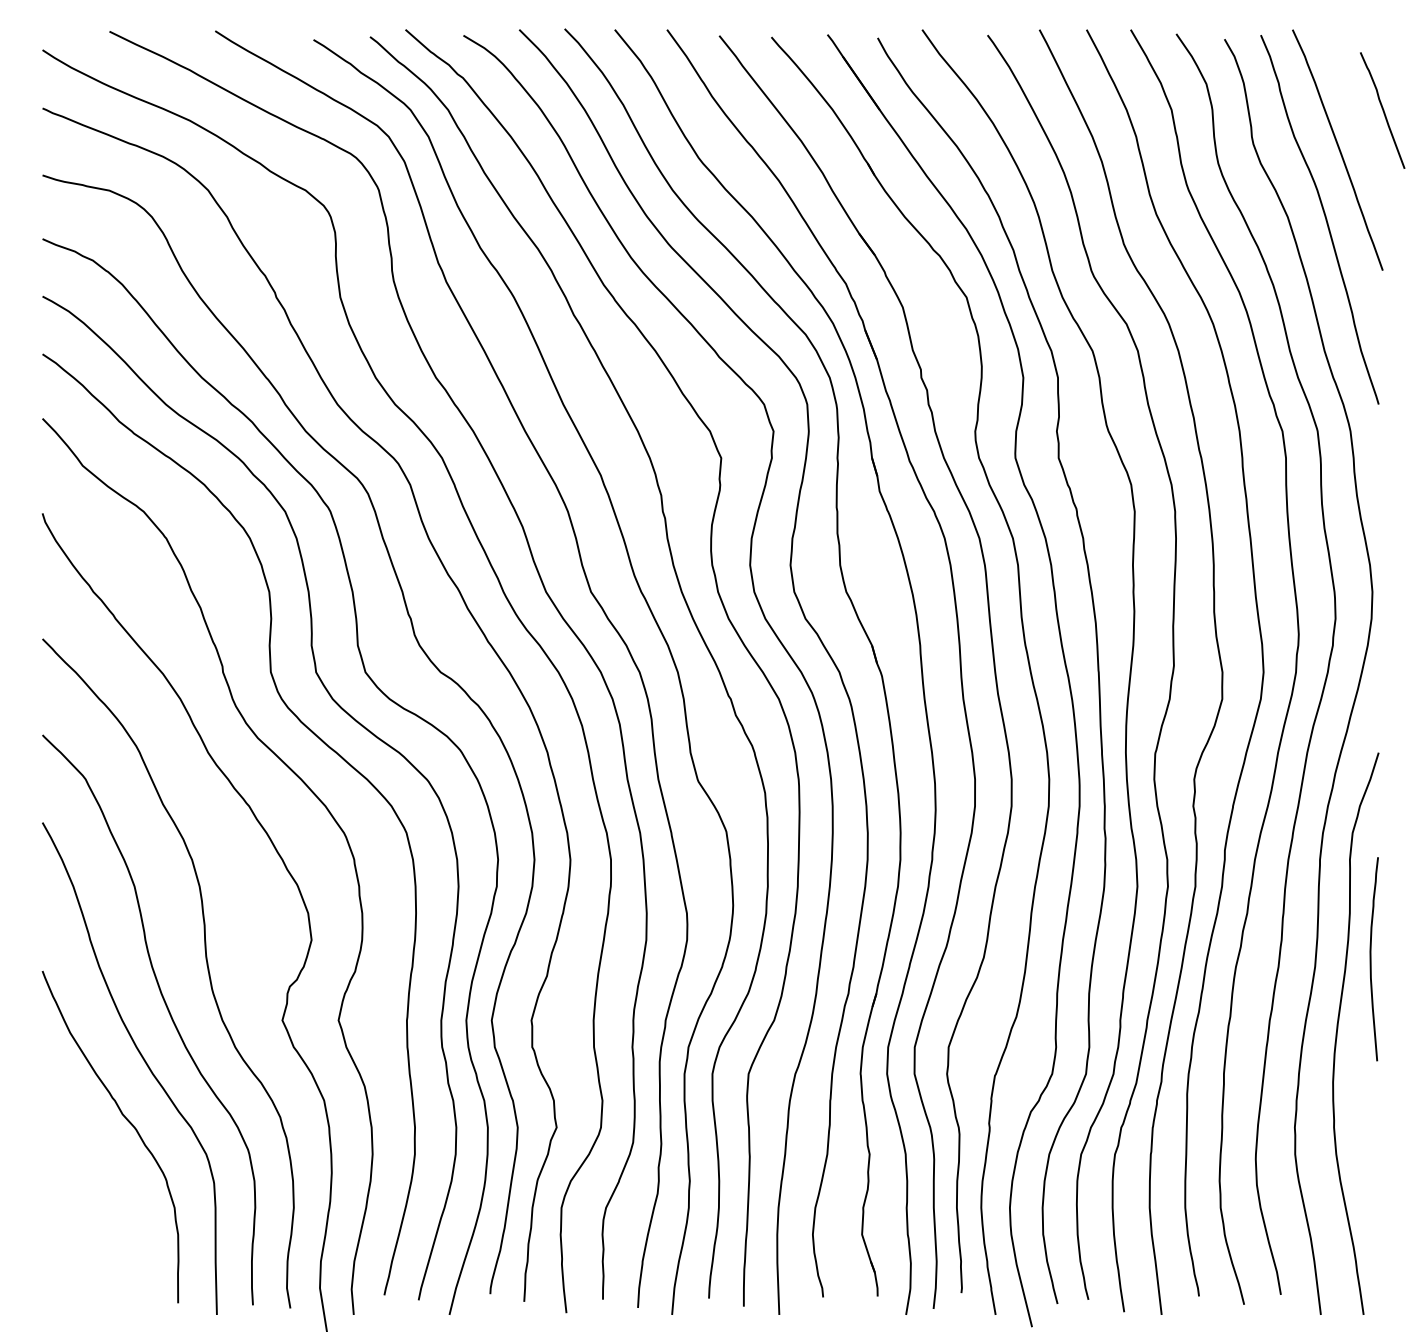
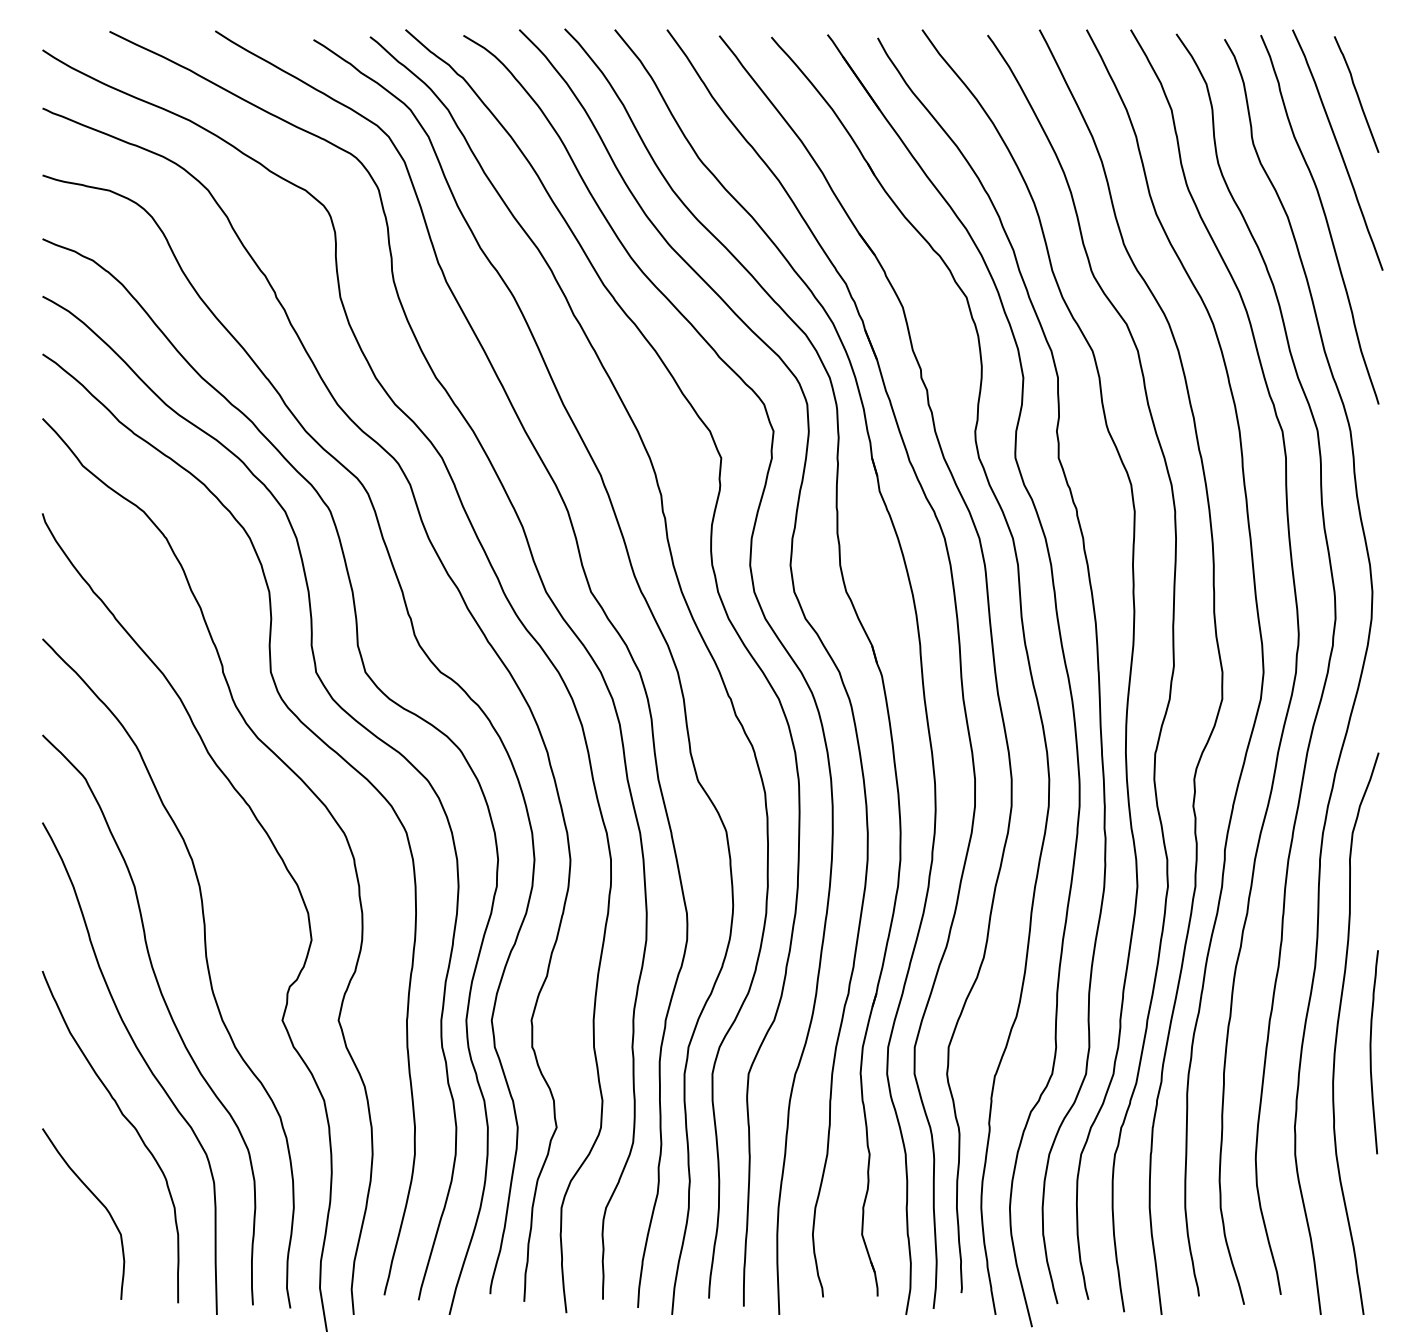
curve at (1382, 110) position: (1382, 110) -> (1356, 94)
curve at (1371, 959) position: (1371, 959) -> (1371, 1052)
curve at (96, 1199): none -> present
